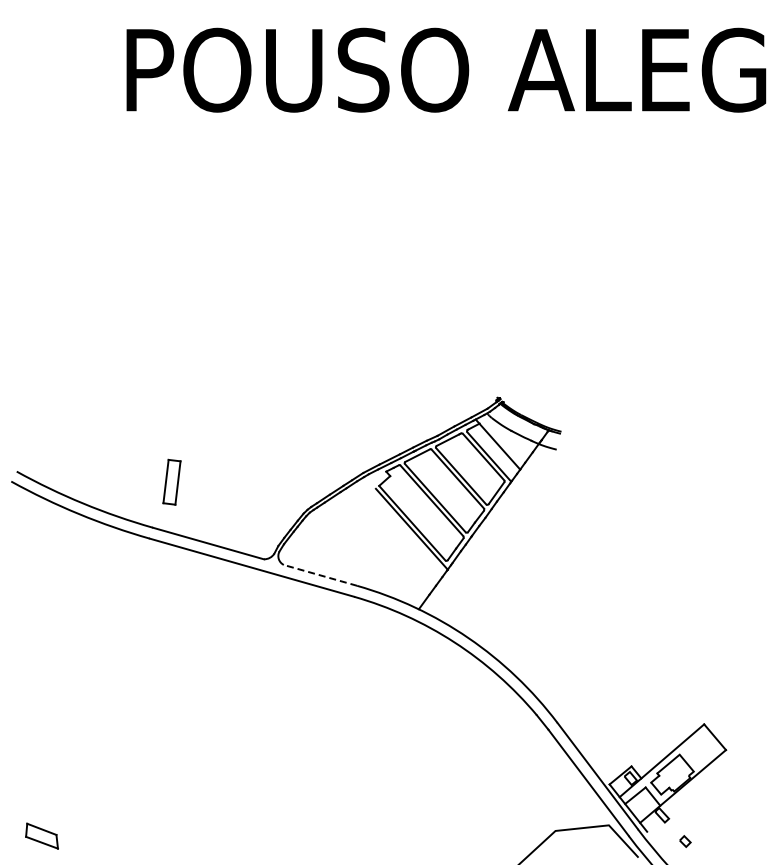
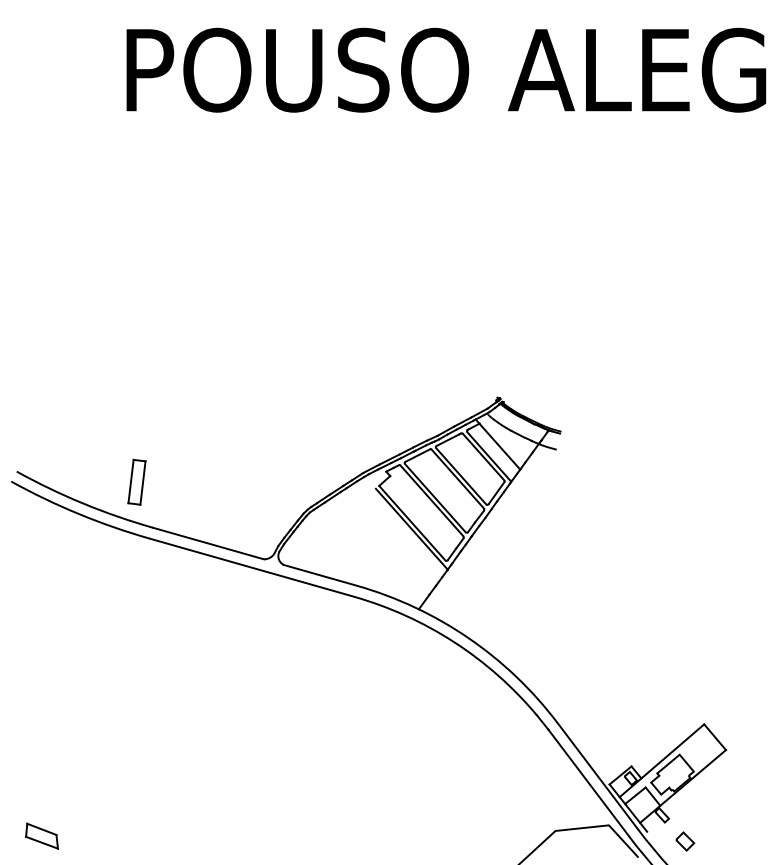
part at (171, 481) position: (171, 481) -> (136, 481)
line at (320, 575): dashed -> solid
part at (685, 841) size: 13x13 px -> 21x21 px
